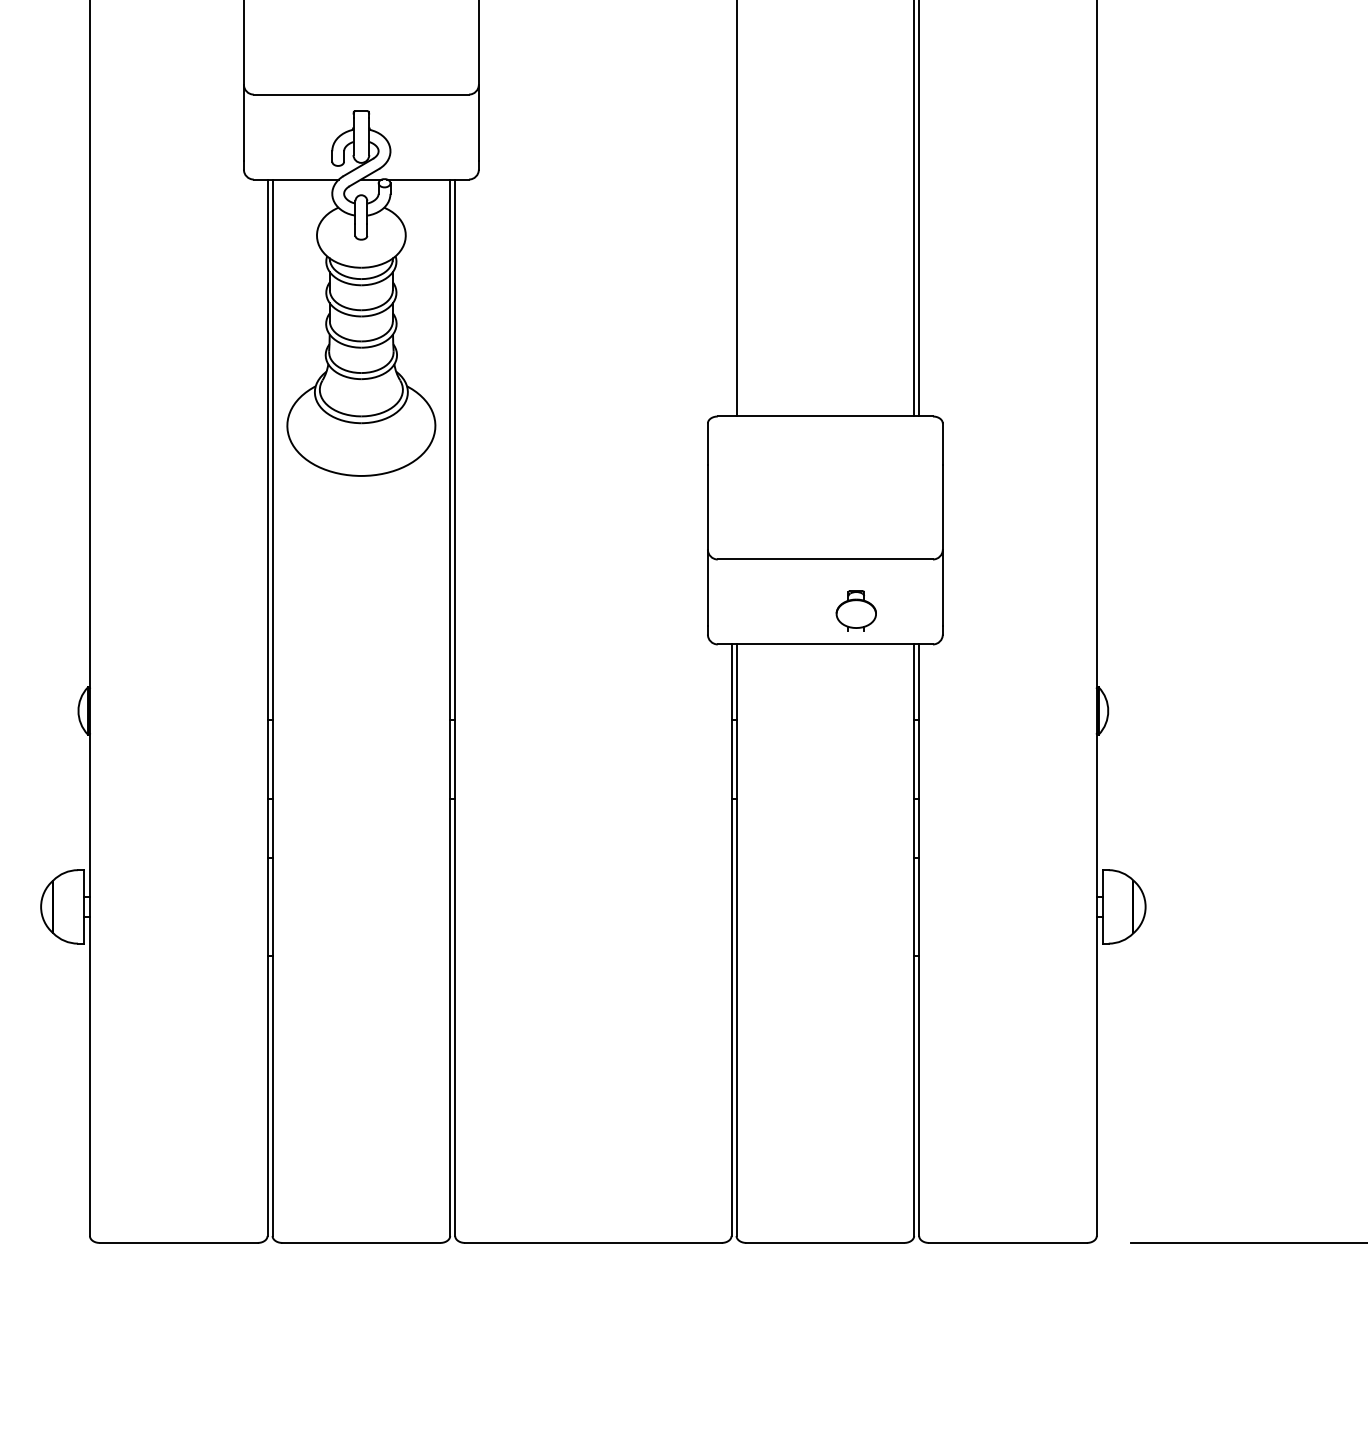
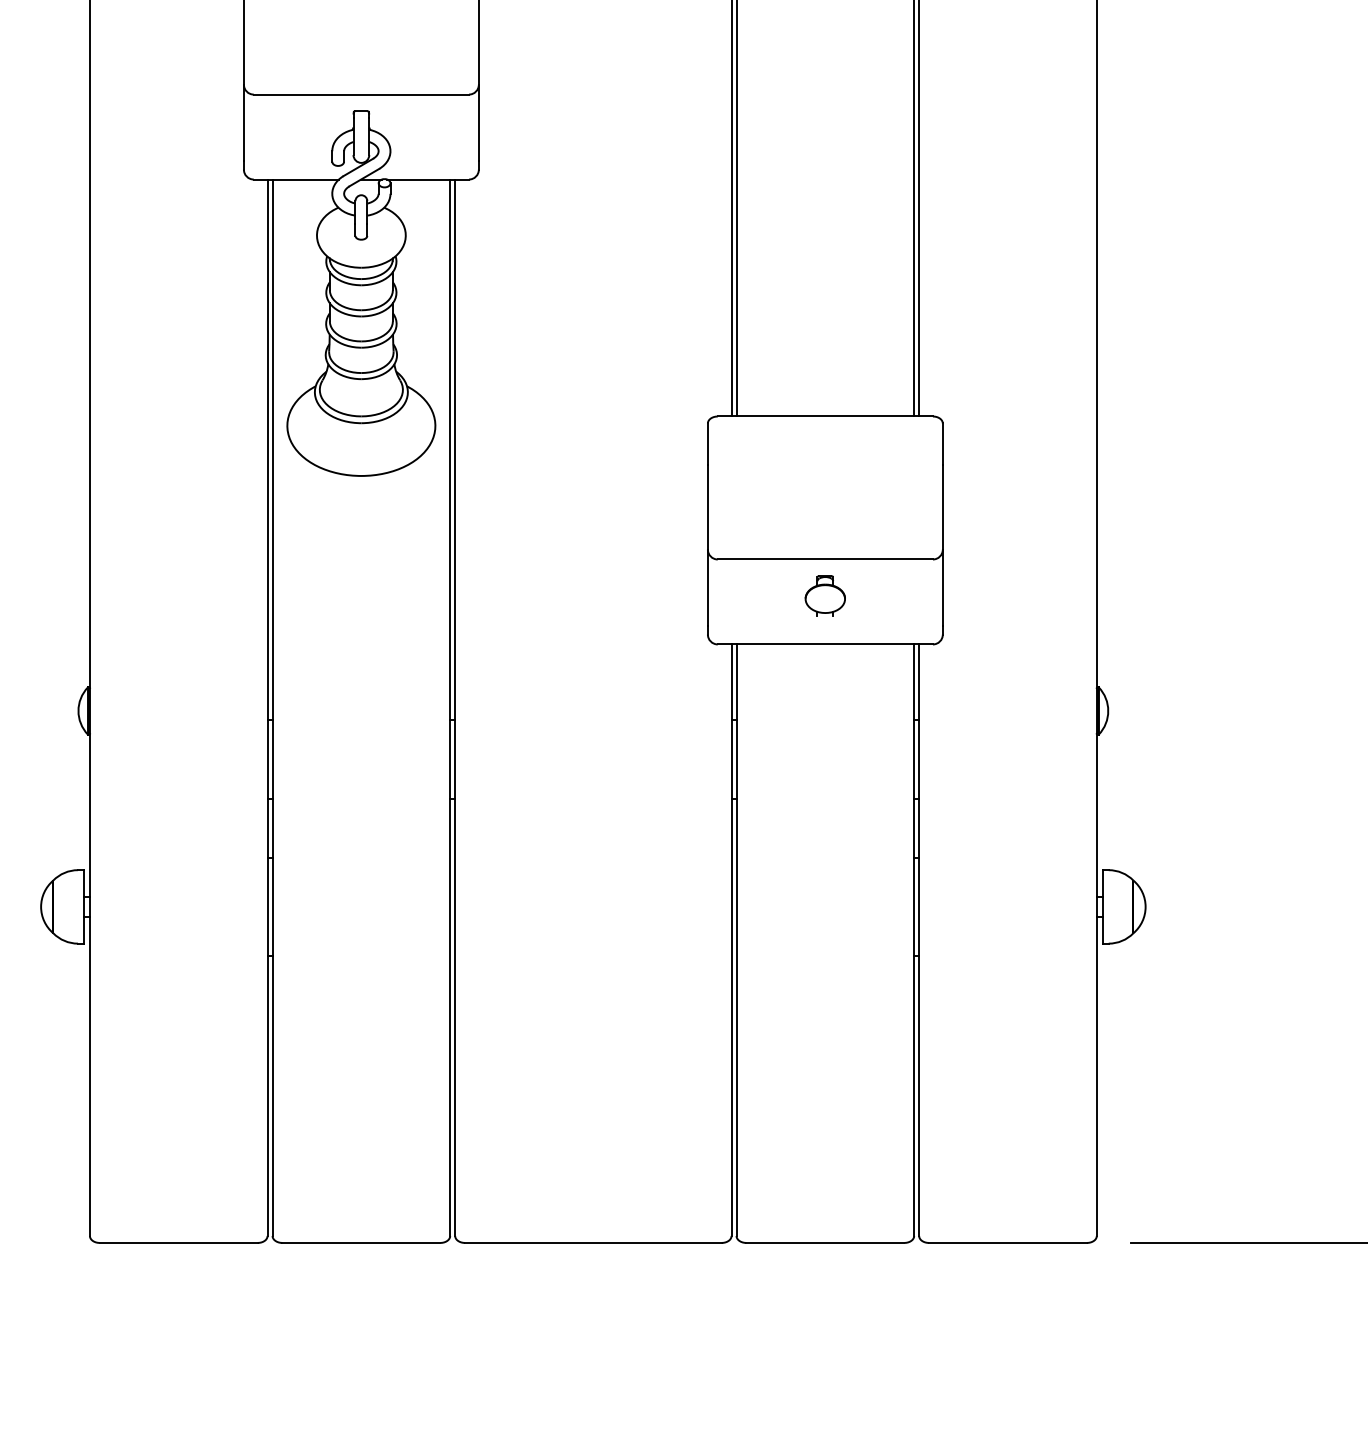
line at (731, 209): none -> present
part at (855, 610) position: (855, 610) -> (824, 595)
